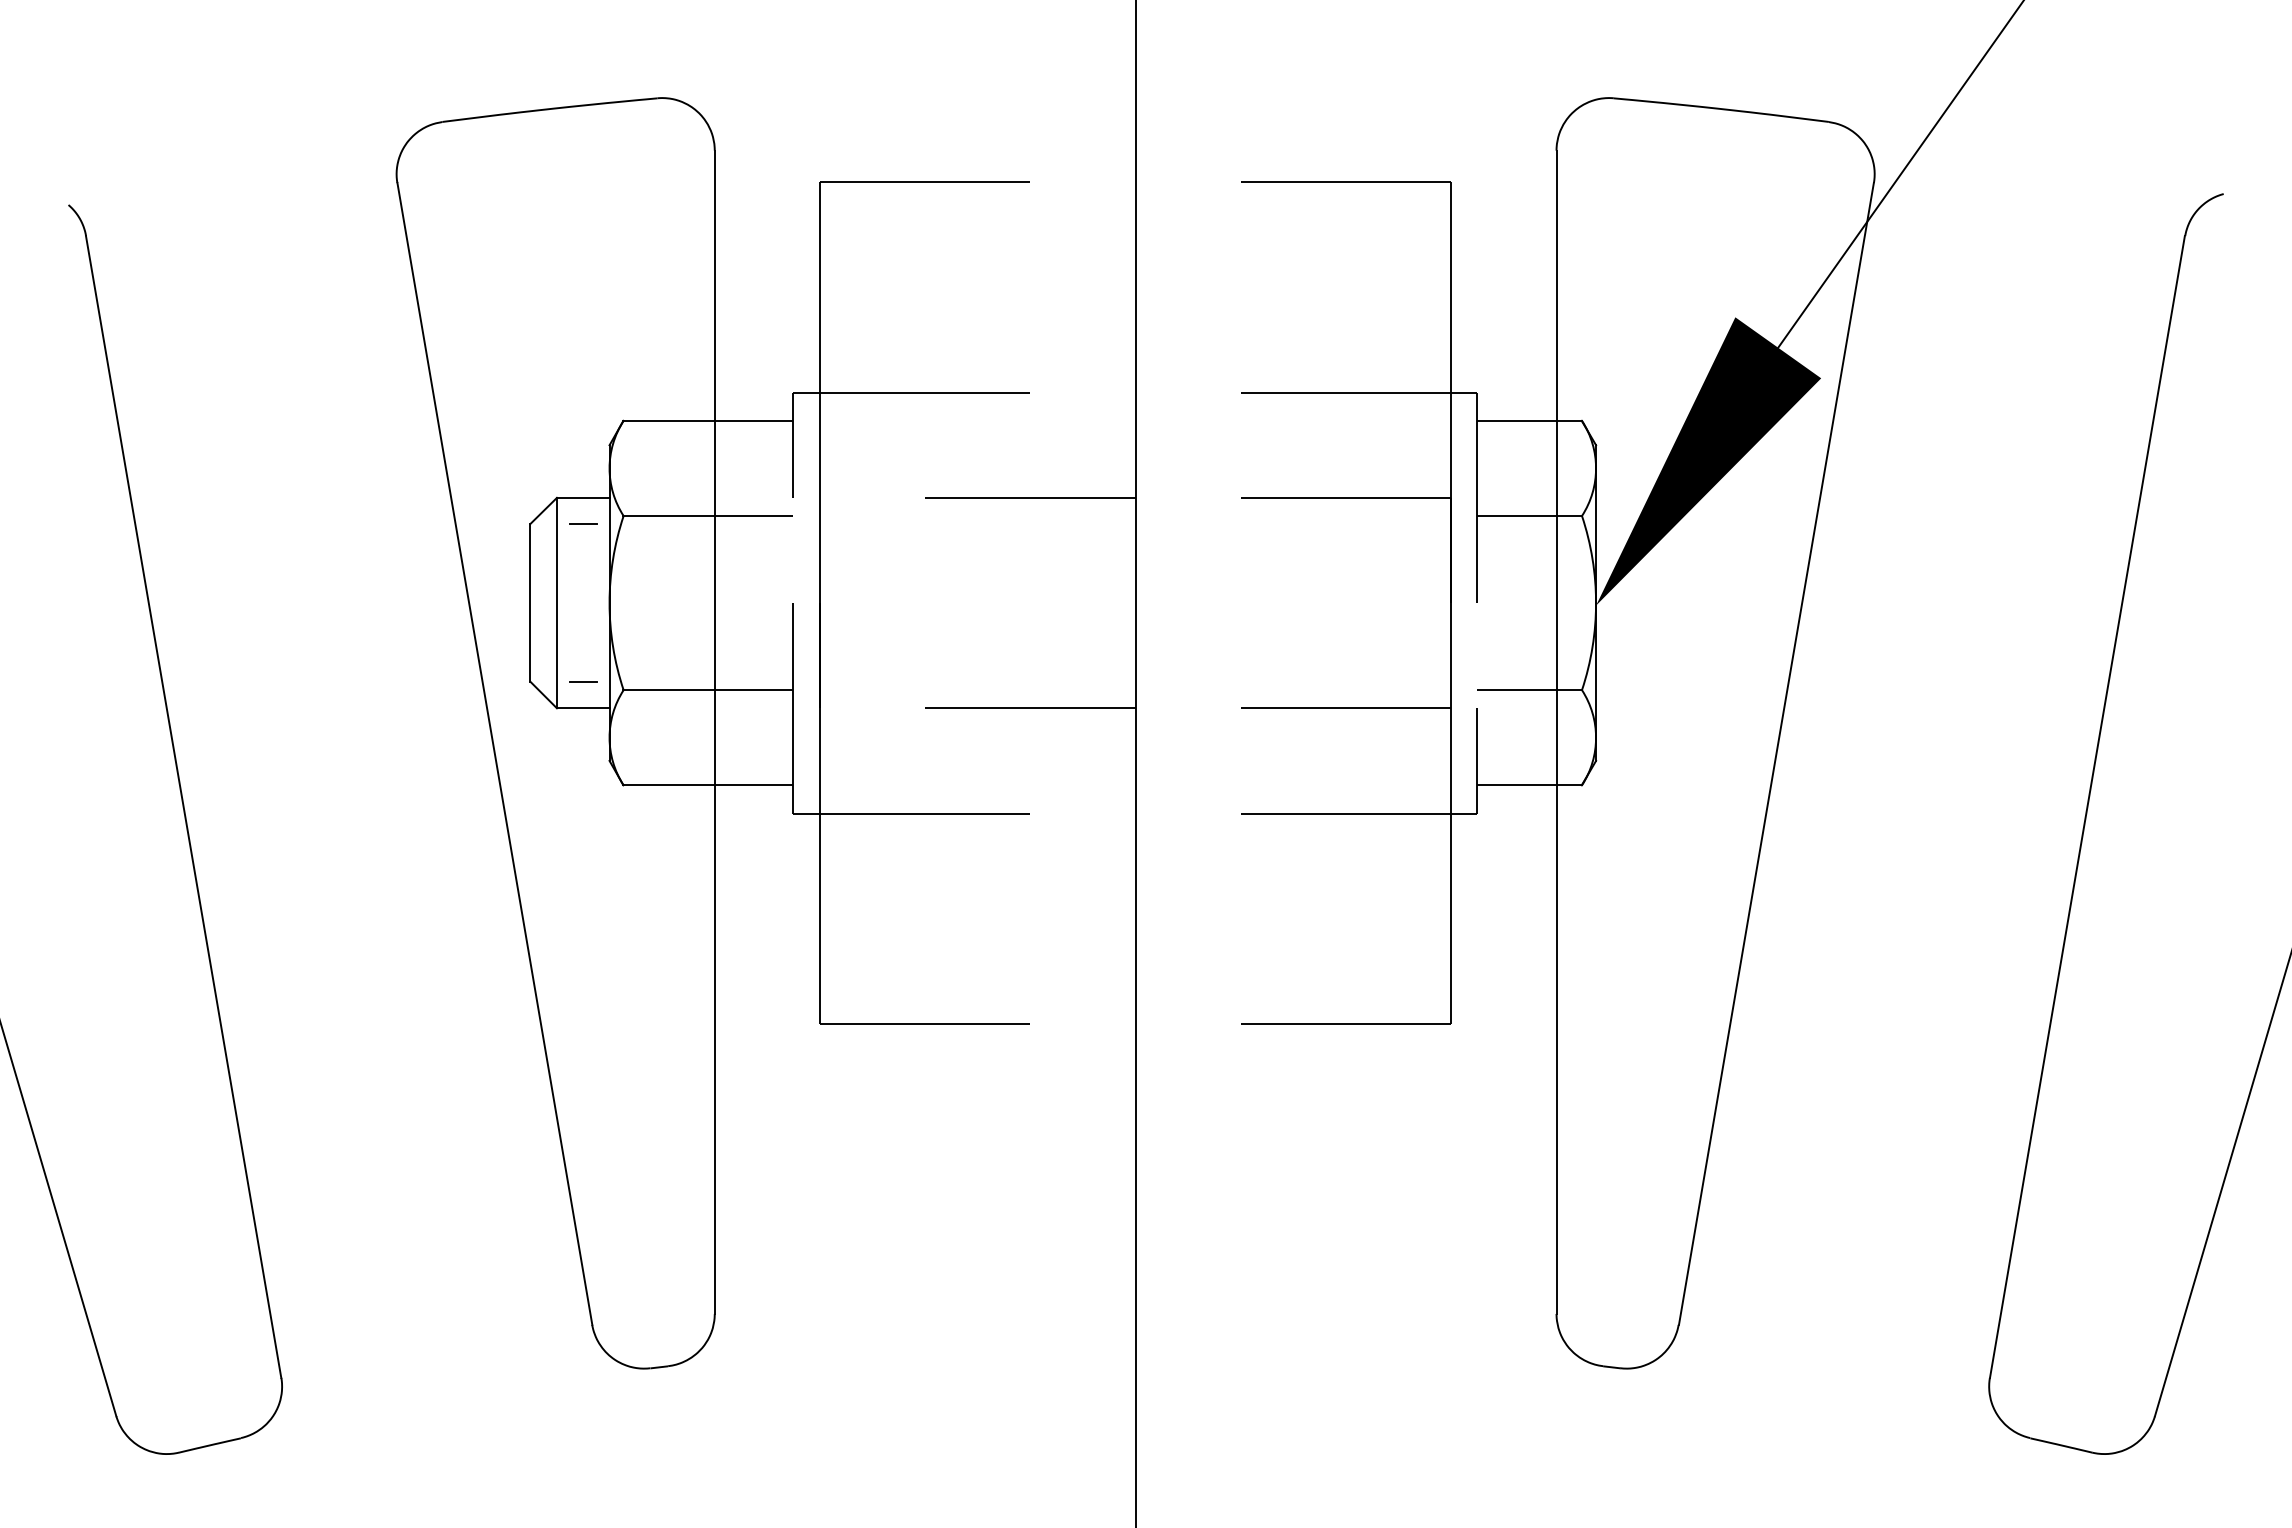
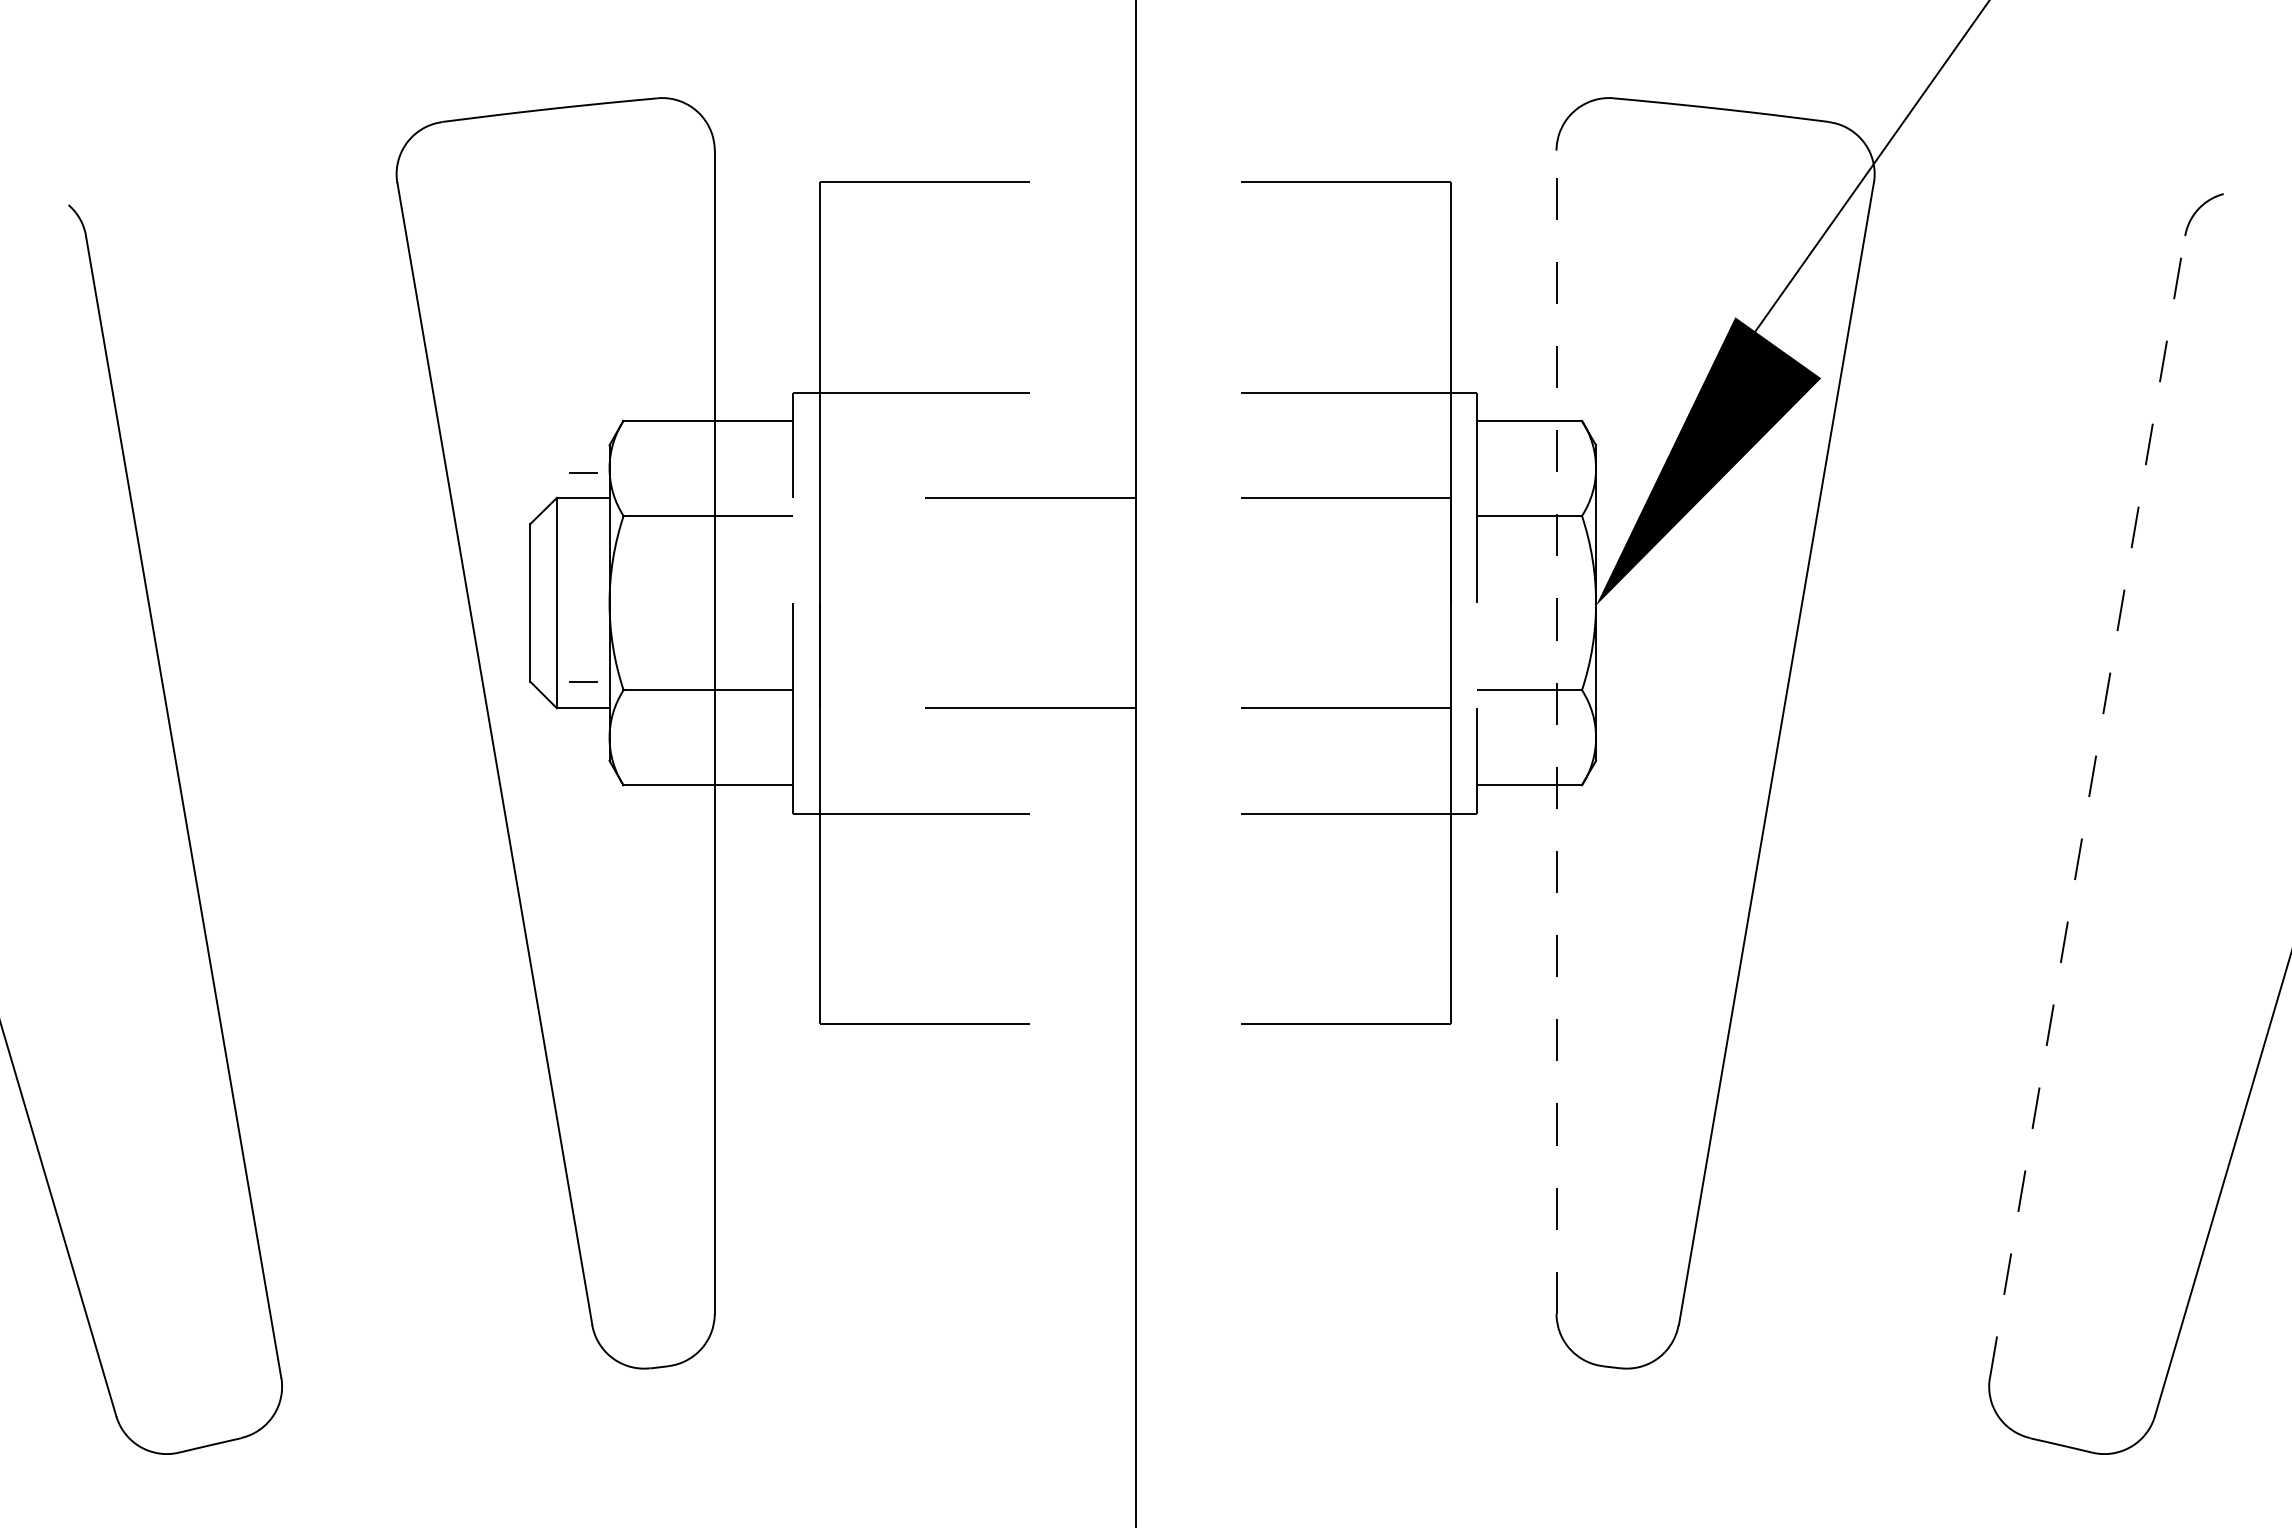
line at (1900, 174) position: (1900, 174) -> (1871, 166)
line at (583, 523) position: (583, 523) -> (583, 472)
line at (1556, 732): solid -> dashed
line at (2087, 806): solid -> dashed
